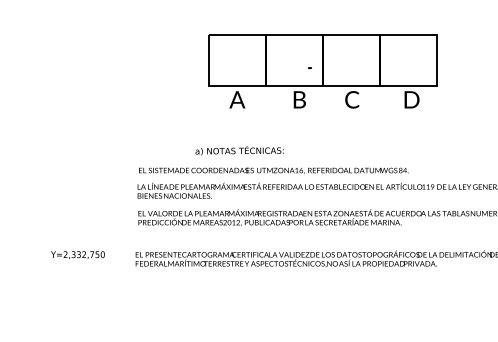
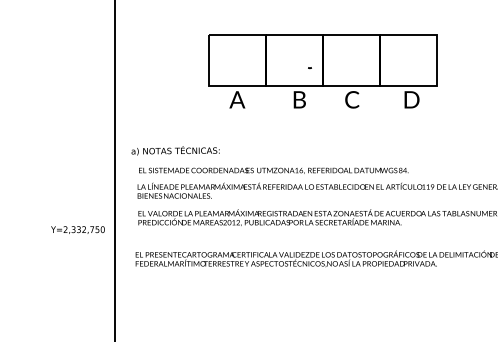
text at (239, 150) position: (239, 150) -> (175, 150)
line at (114, 170): none -> present
text at (77, 254) position: (77, 254) -> (77, 229)
